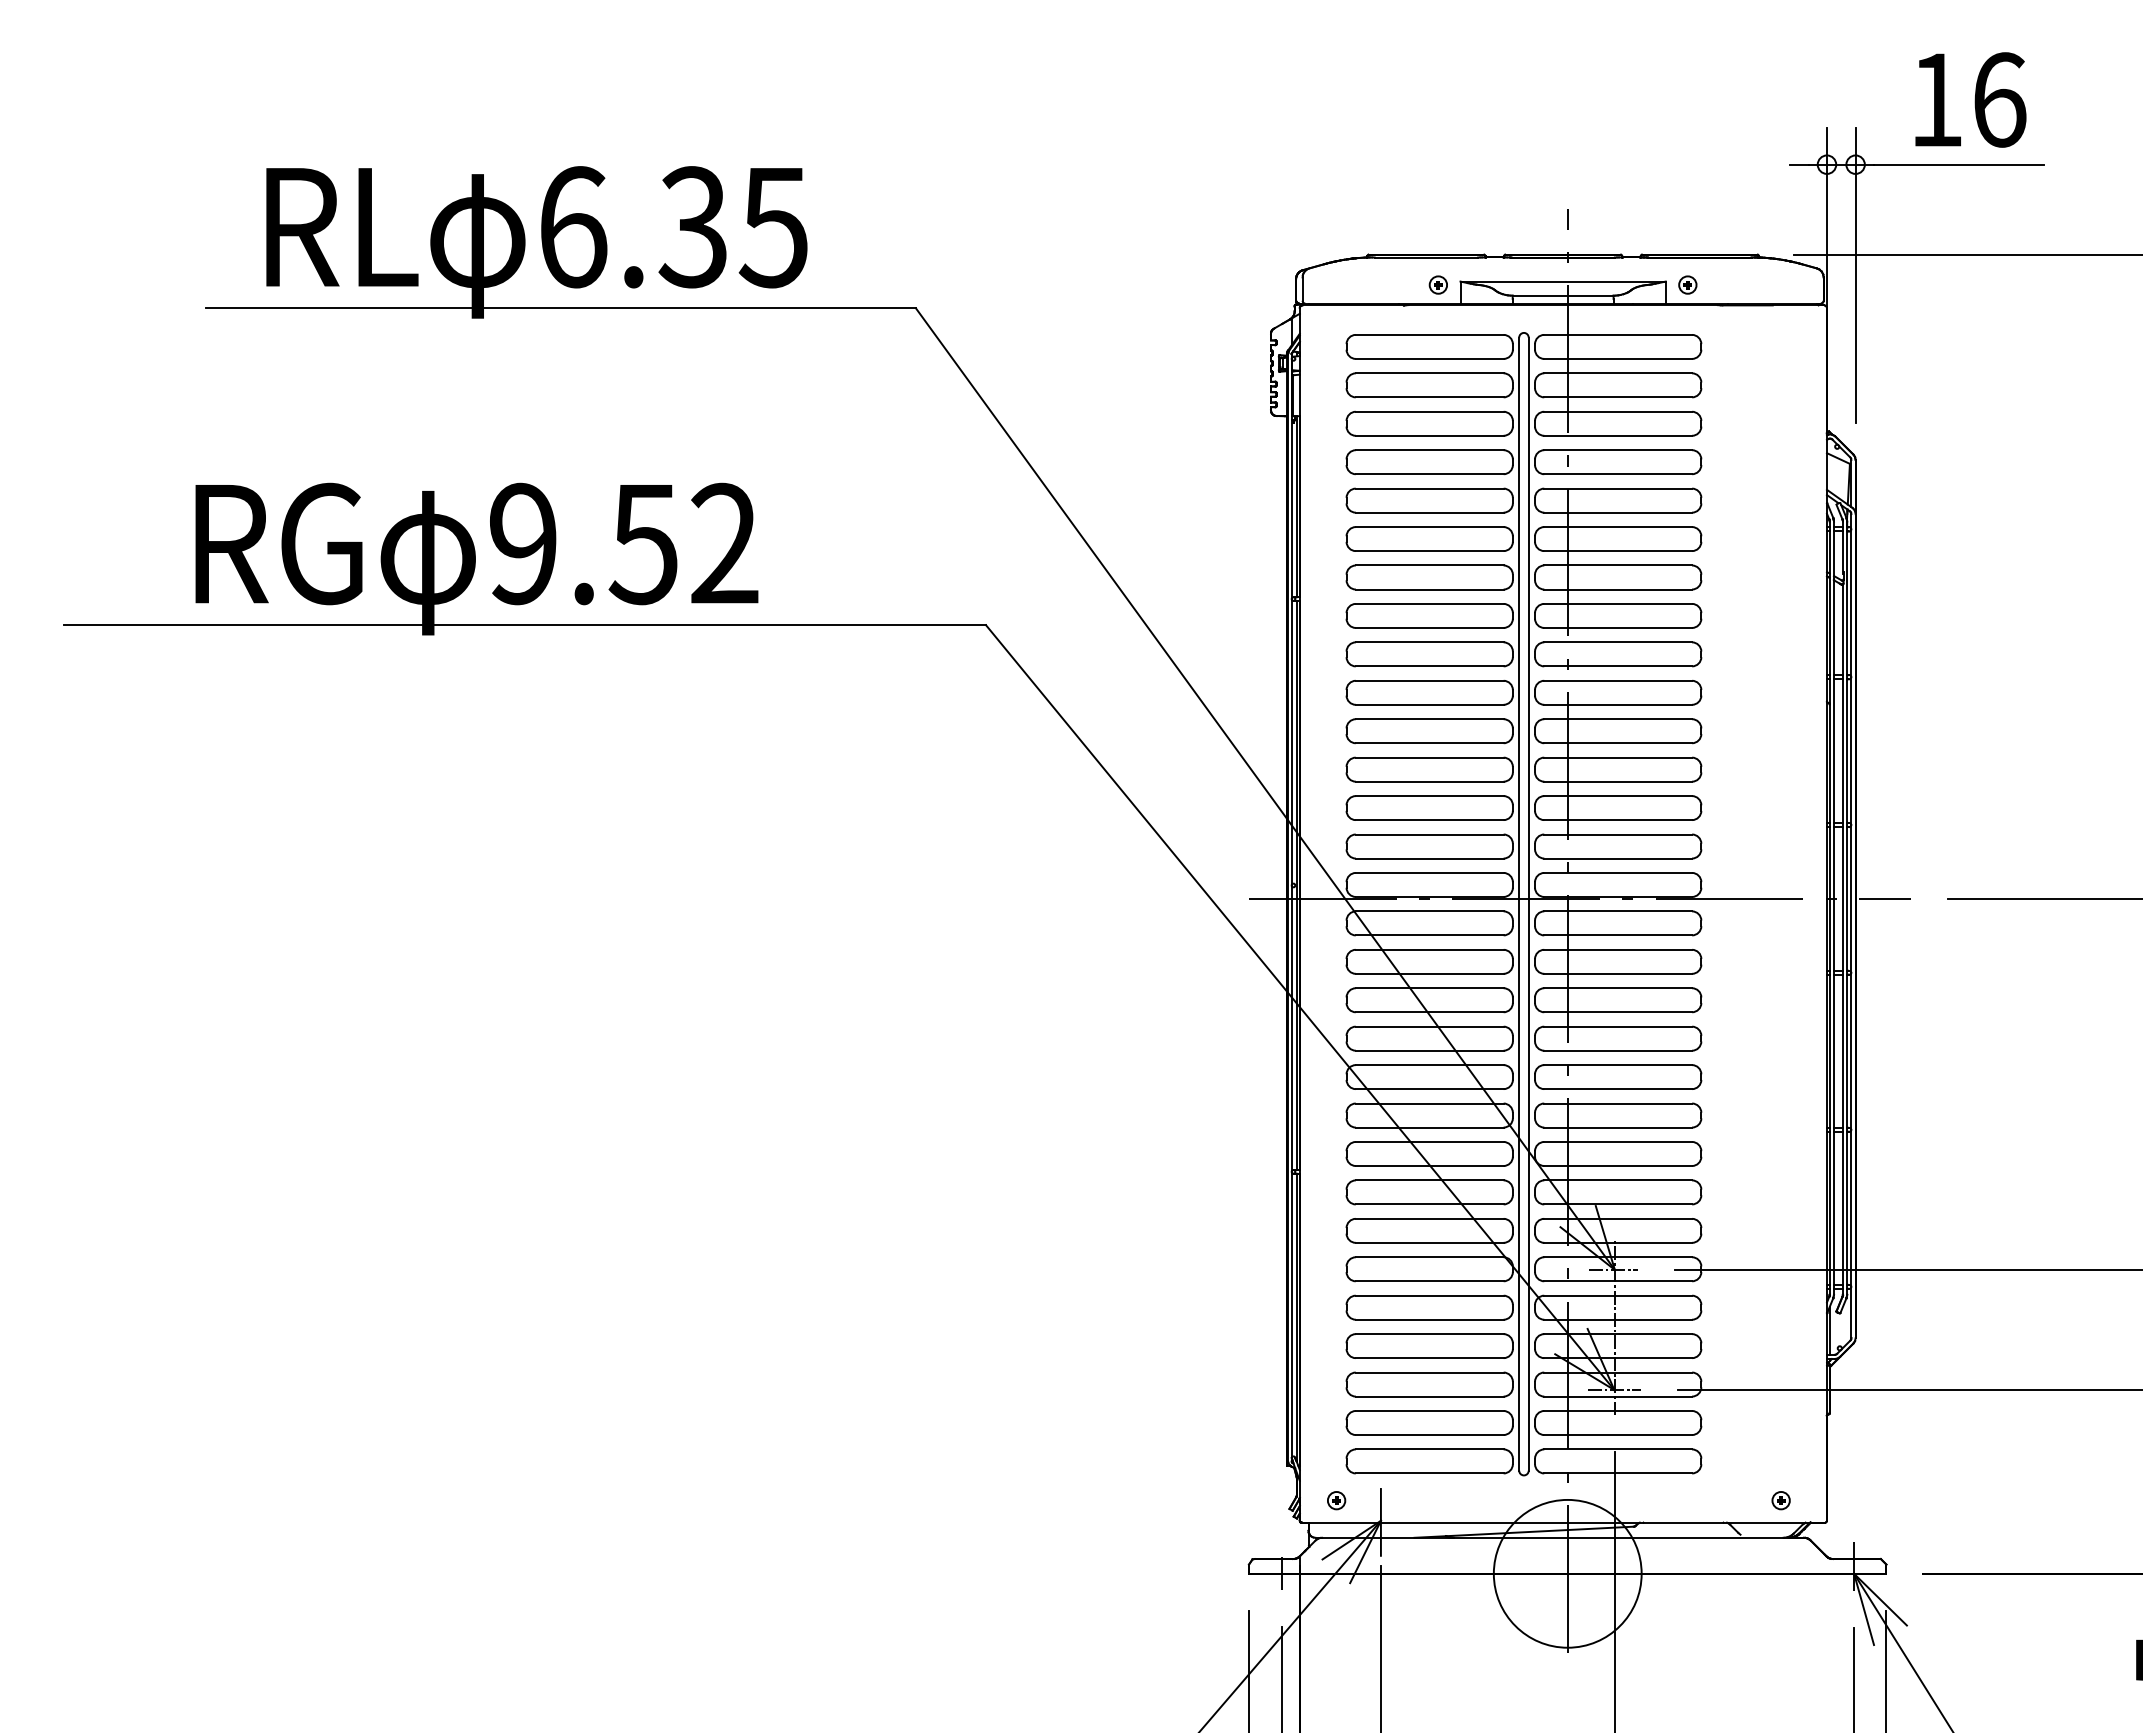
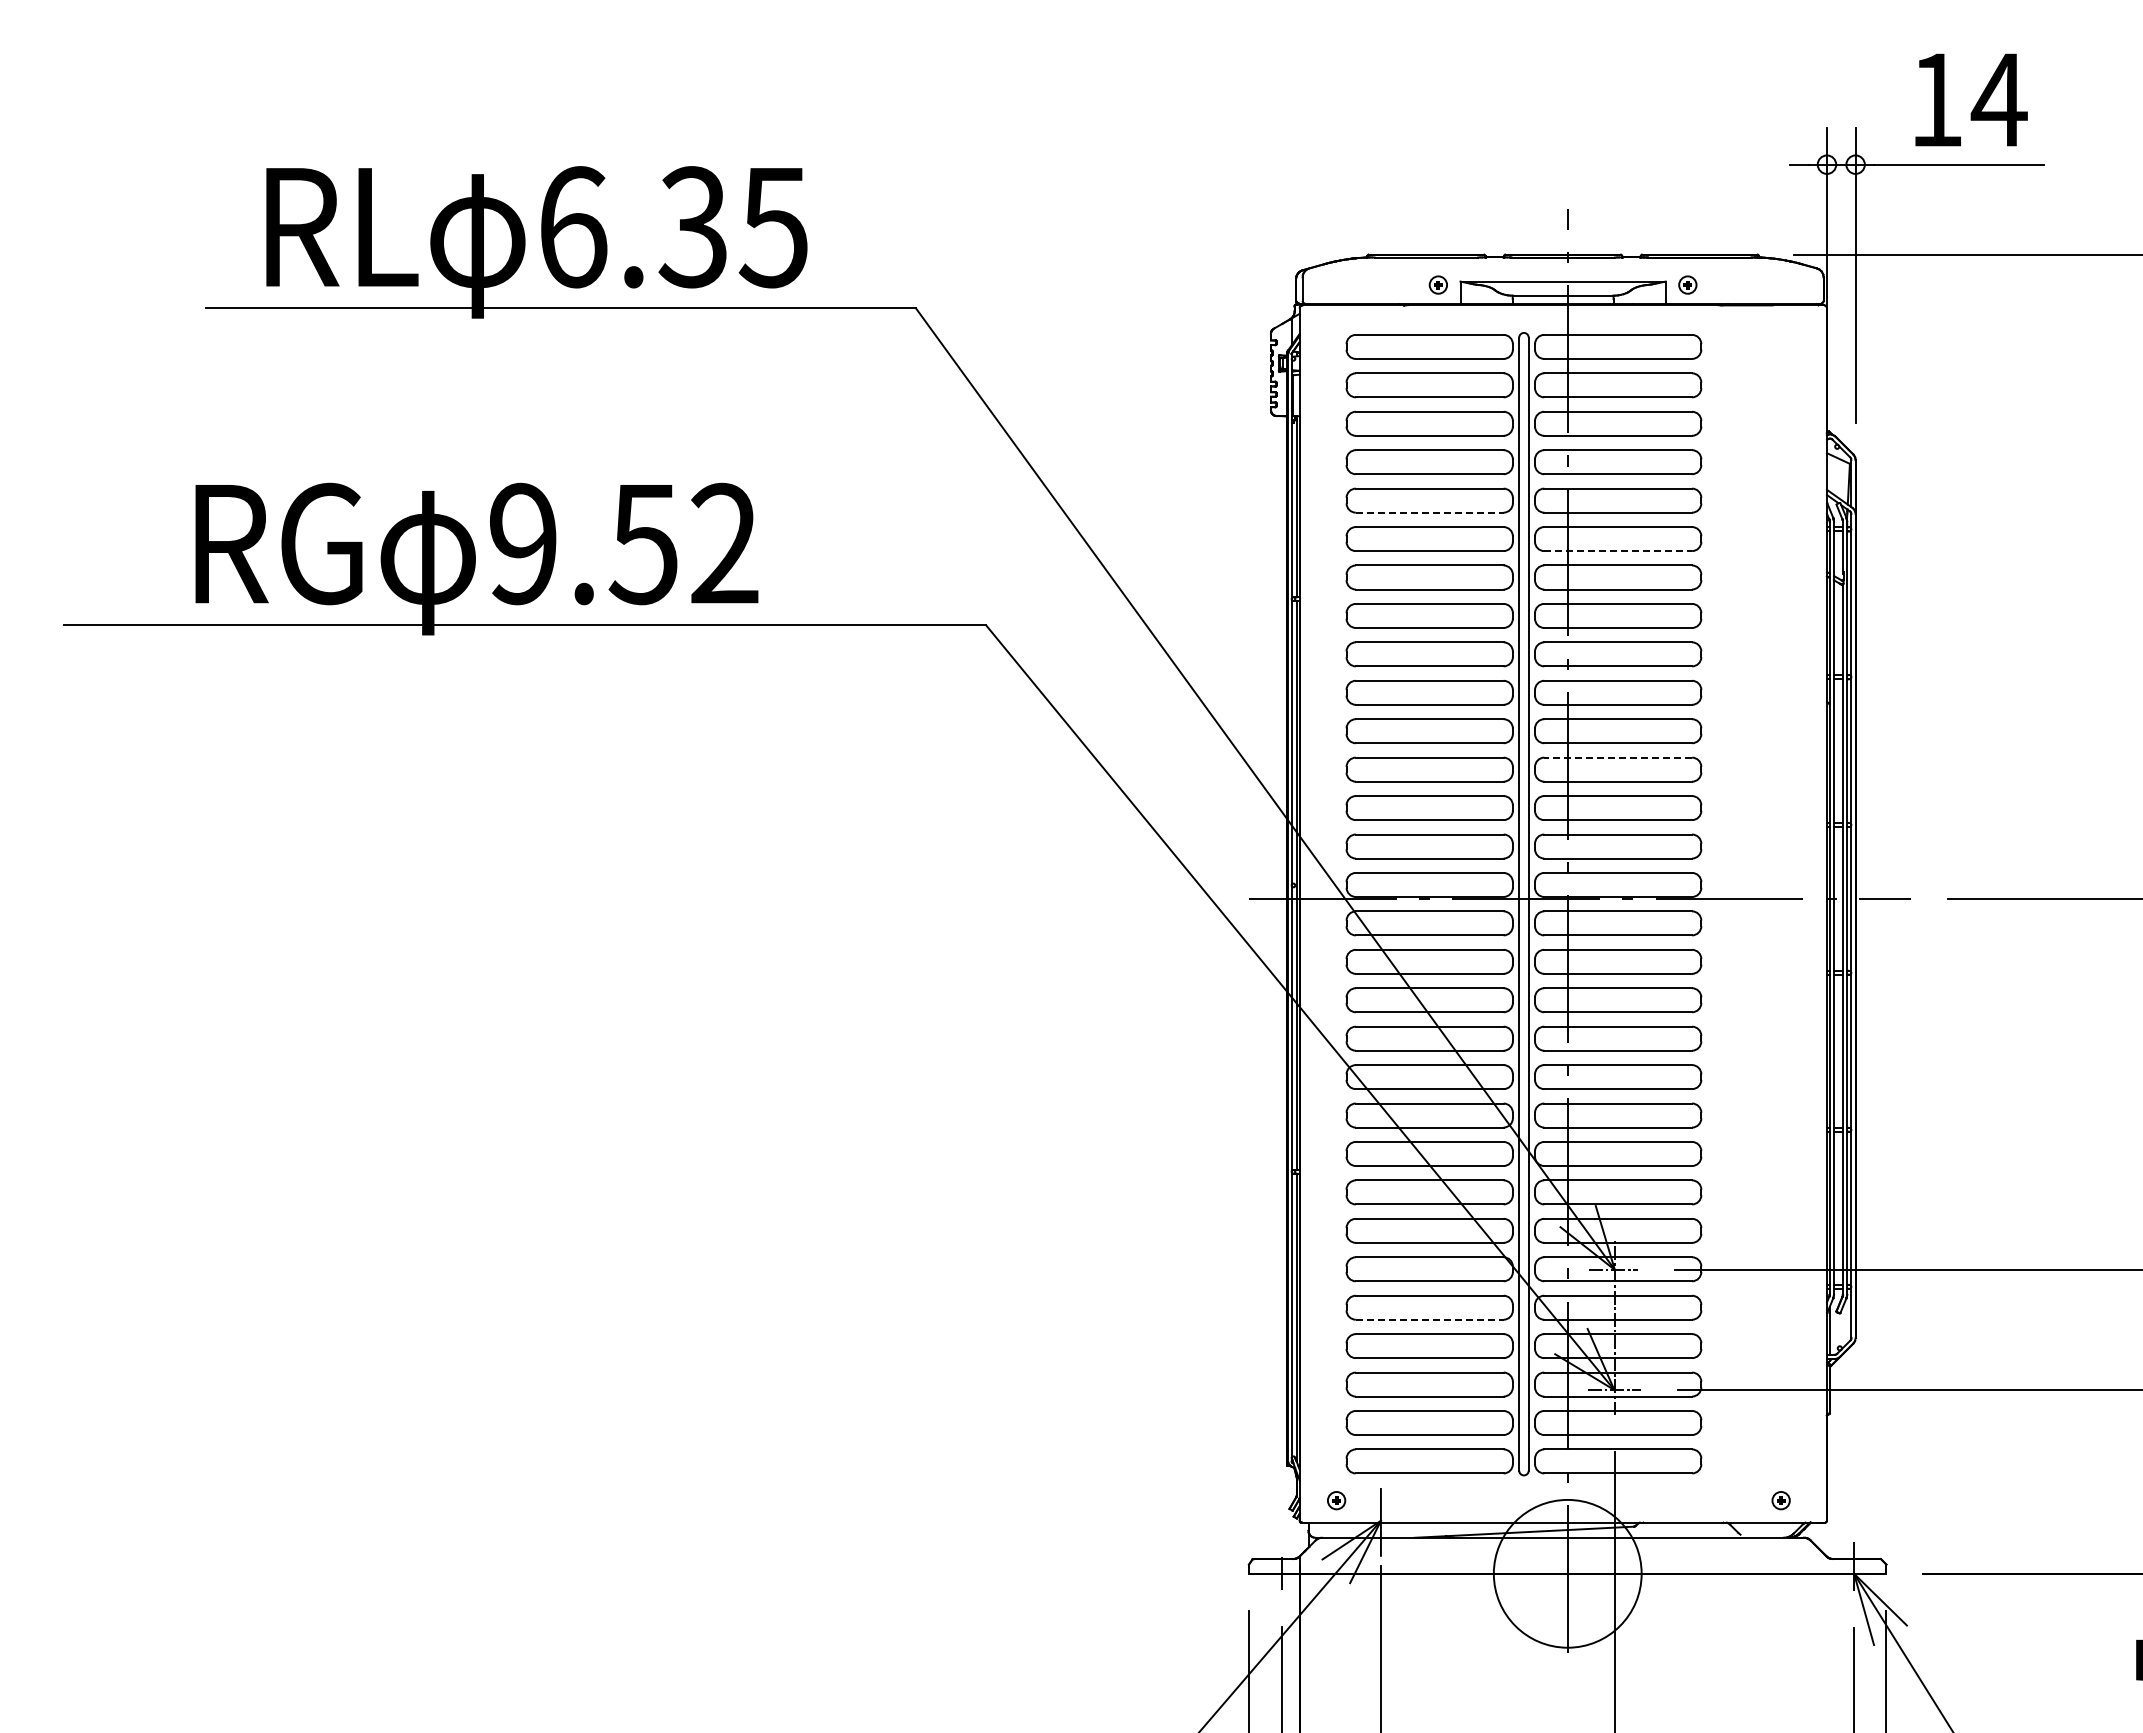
text at (1998, 99): 16 -> 14
line at (1429, 512): solid -> dashed
line at (1618, 551): solid -> dashed
line at (1618, 757): solid -> dashed
line at (1429, 1319): solid -> dashed
